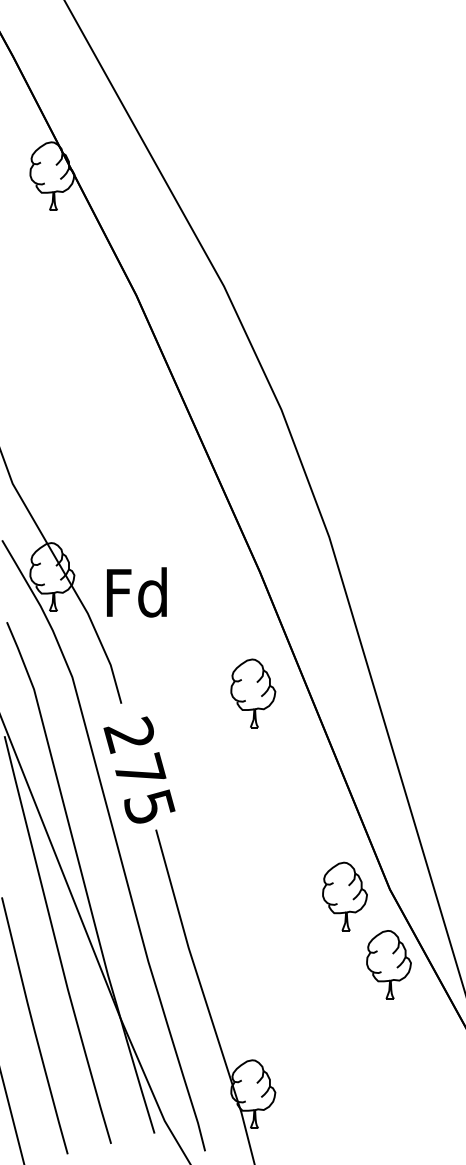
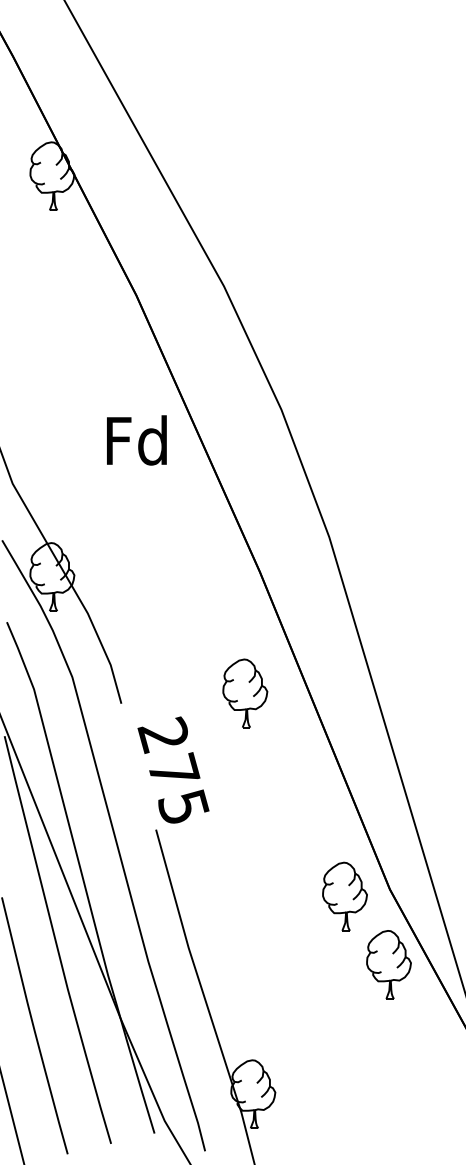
text at (136, 592) position: (136, 592) -> (136, 440)
part at (253, 693) position: (253, 693) -> (245, 693)
text at (139, 769) position: (139, 769) -> (173, 769)
